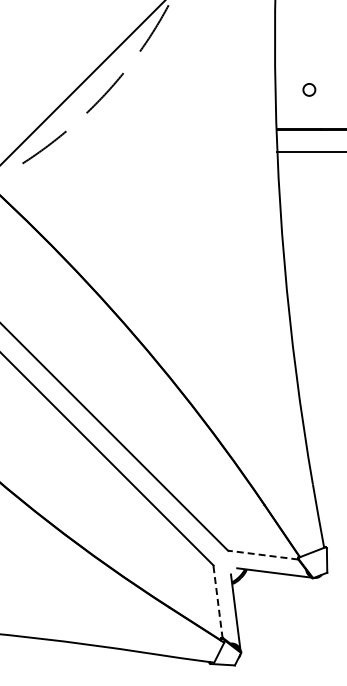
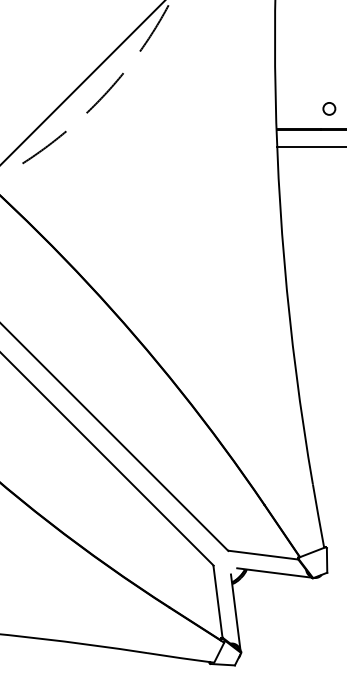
circle at (309, 89) position: (309, 89) -> (329, 108)
line at (310, 151) position: (310, 151) -> (310, 146)
line at (263, 555): dashed -> solid
line at (218, 602): dashed -> solid
